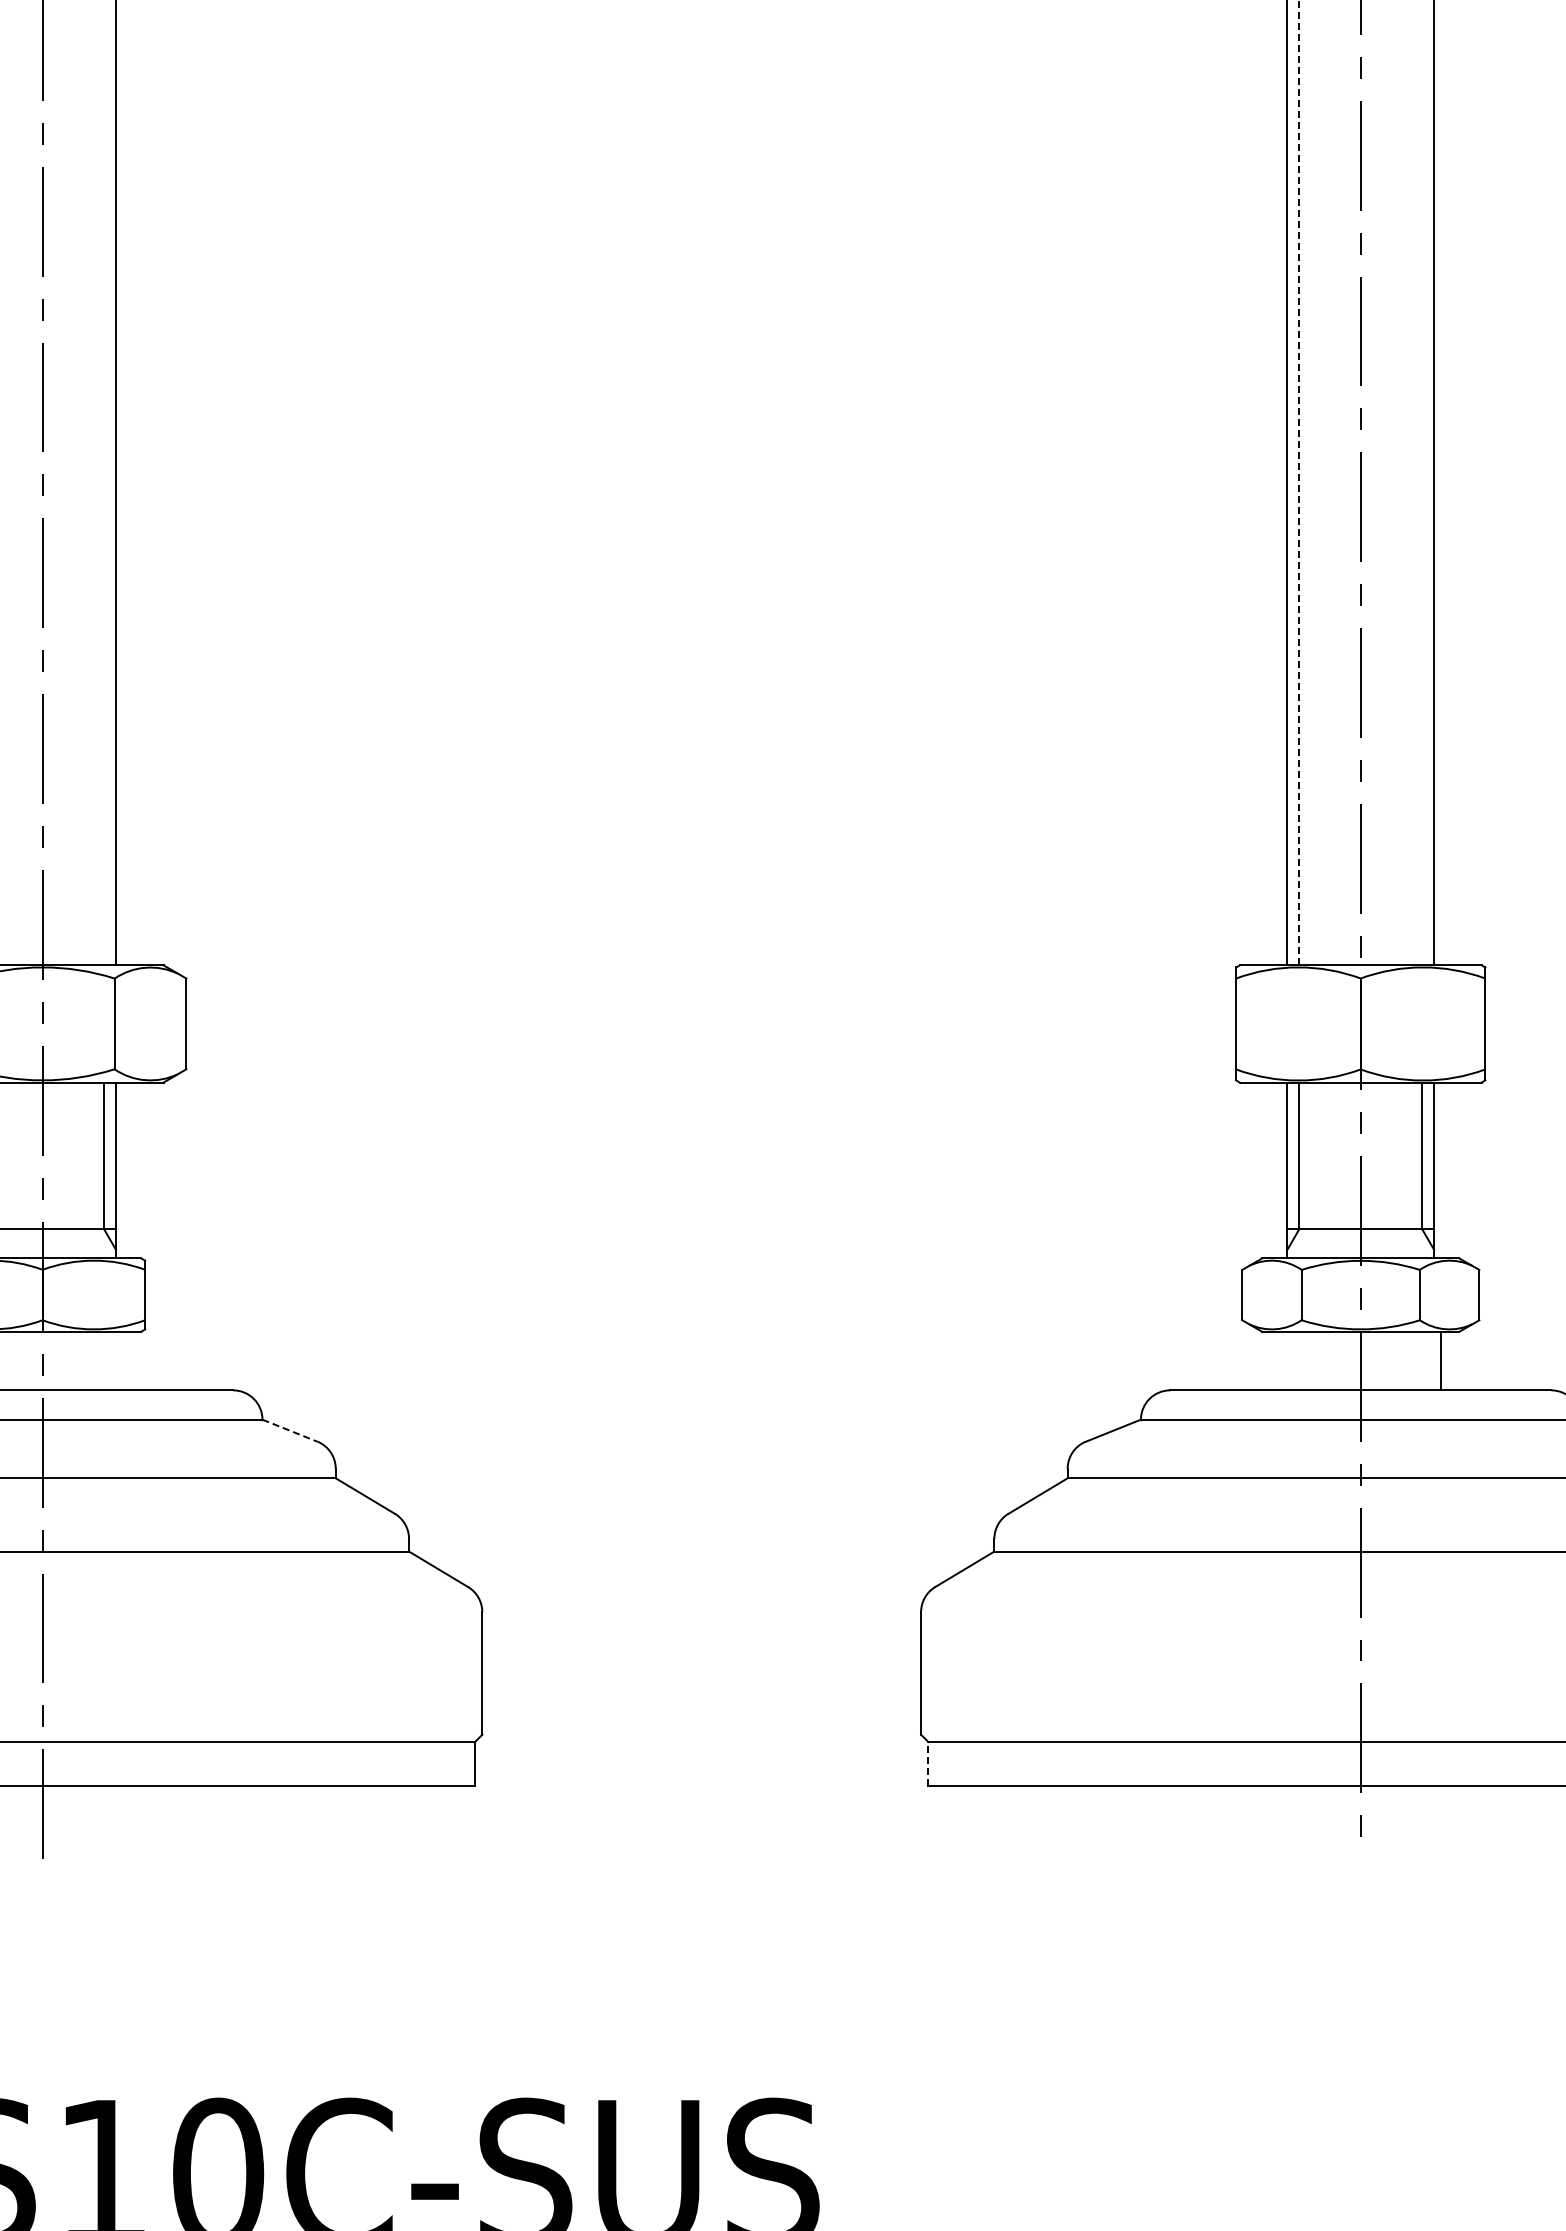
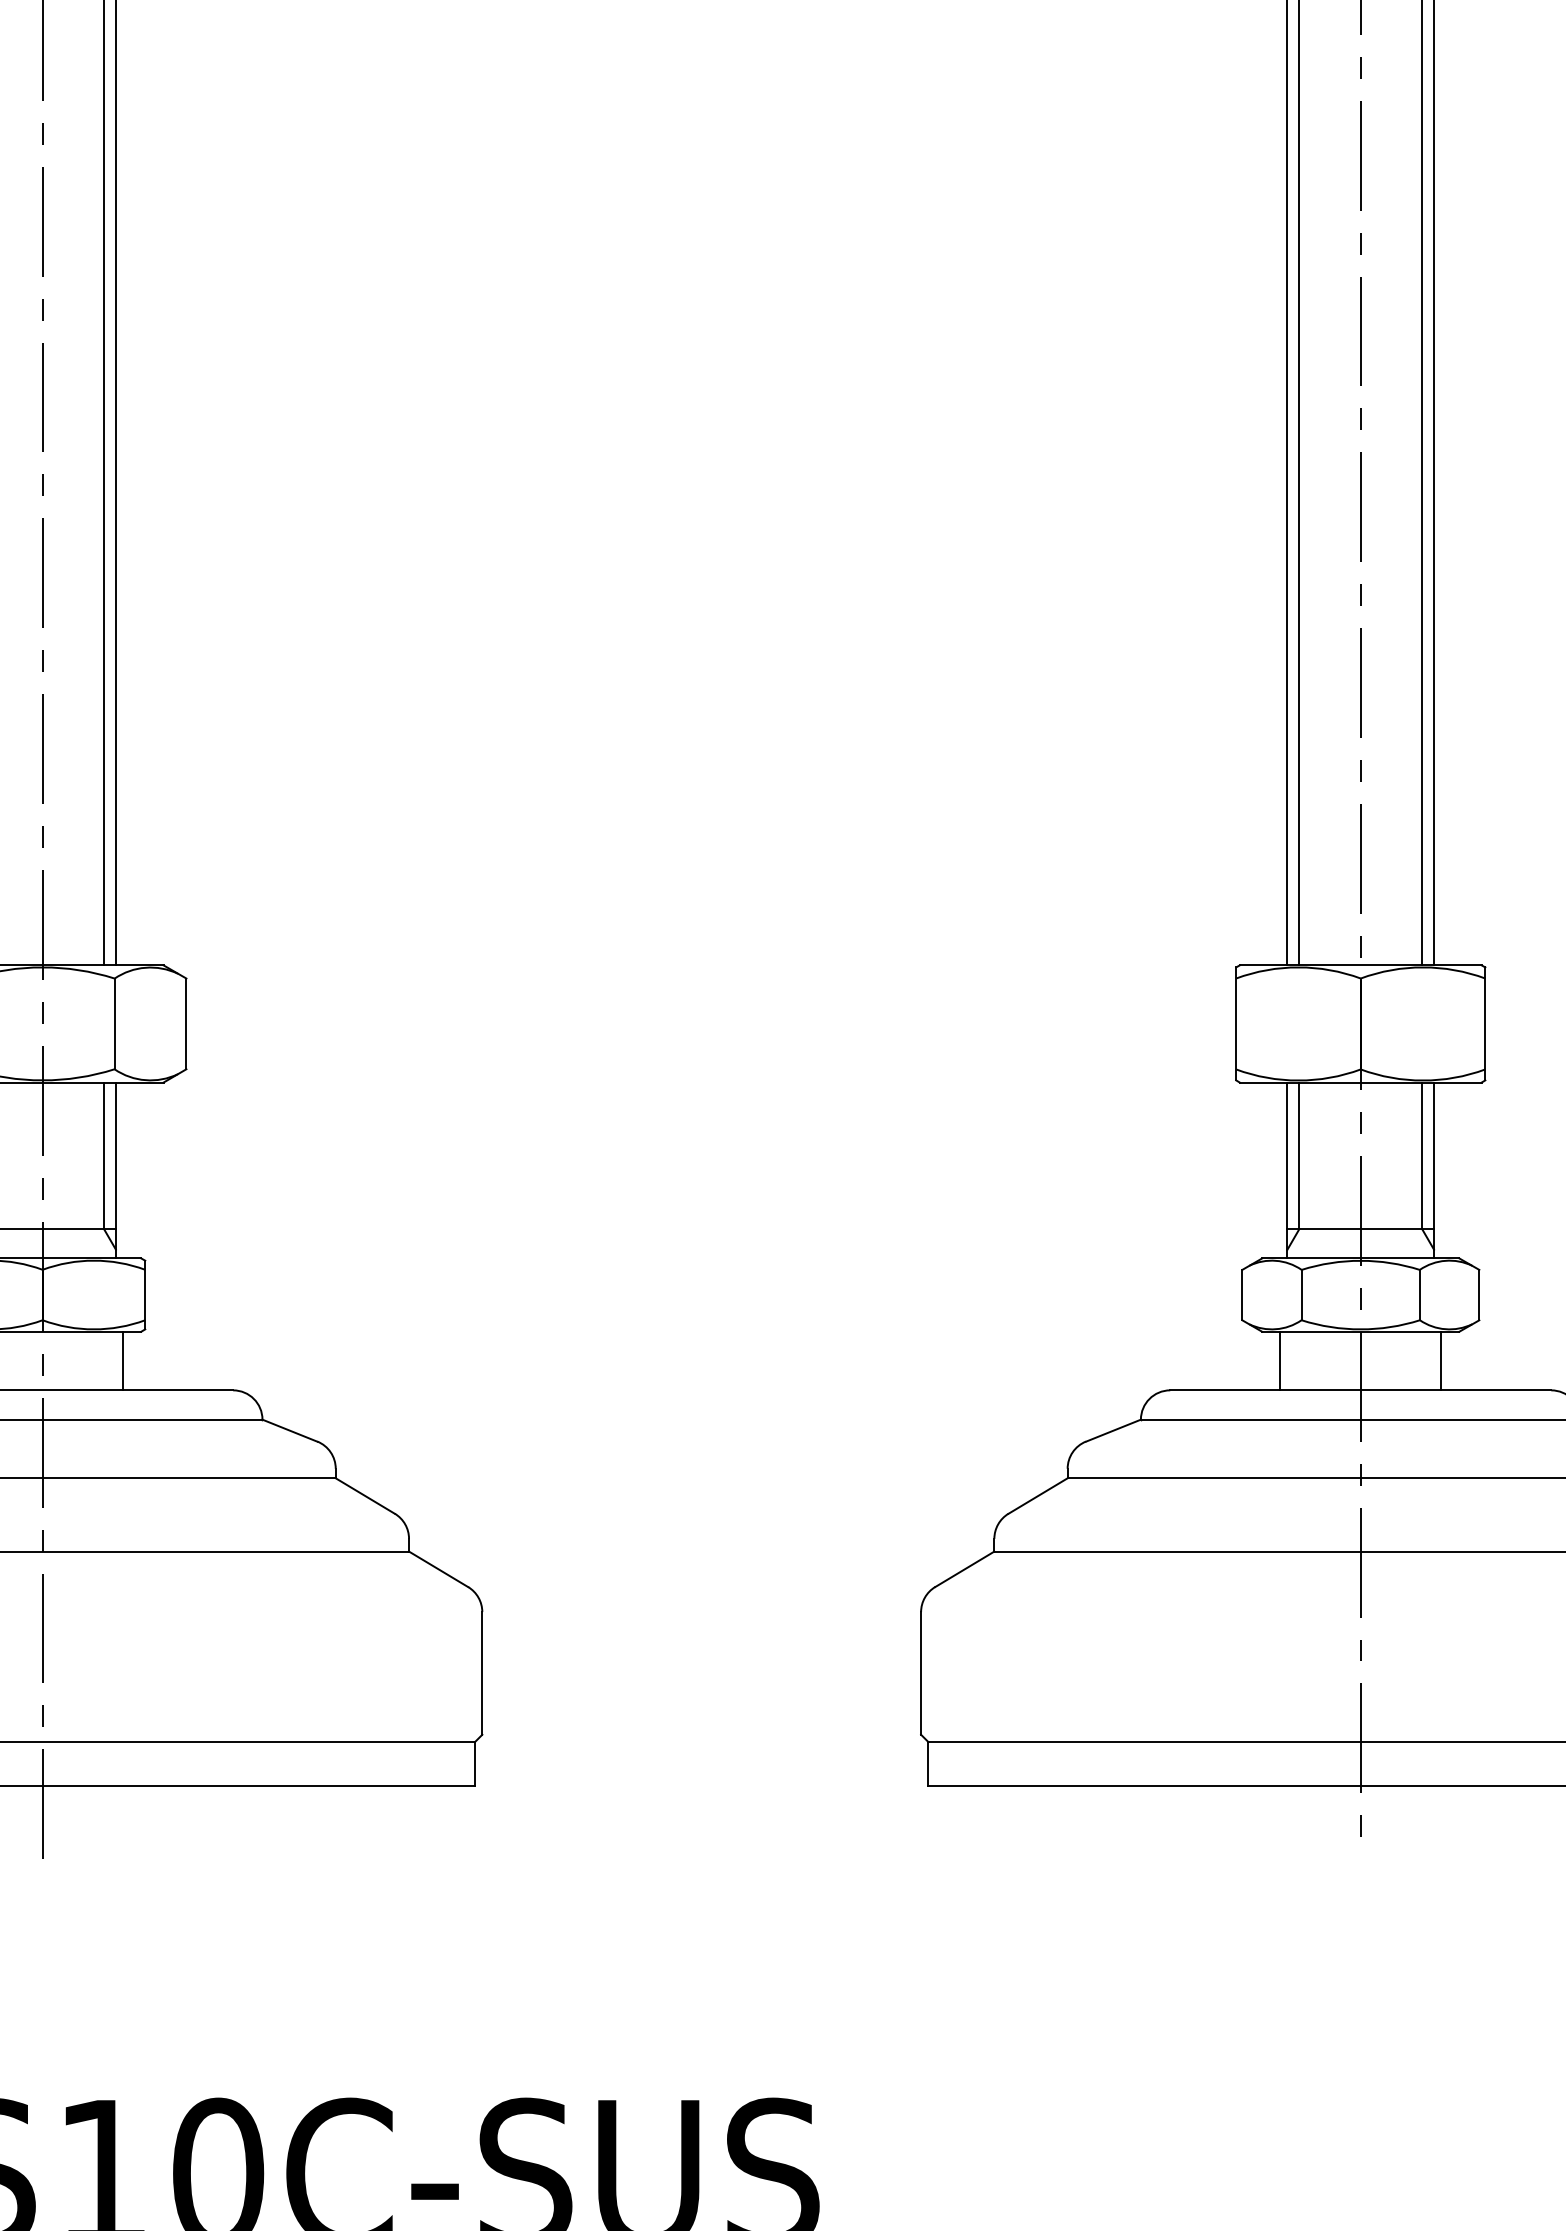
line at (1299, 482): dashed -> solid
line at (104, 483): none -> present
line at (1422, 483): none -> present
line at (123, 1360): none -> present
line at (1280, 1360): none -> present
line at (289, 1430): dashed -> solid
line at (928, 1764): dashed -> solid
